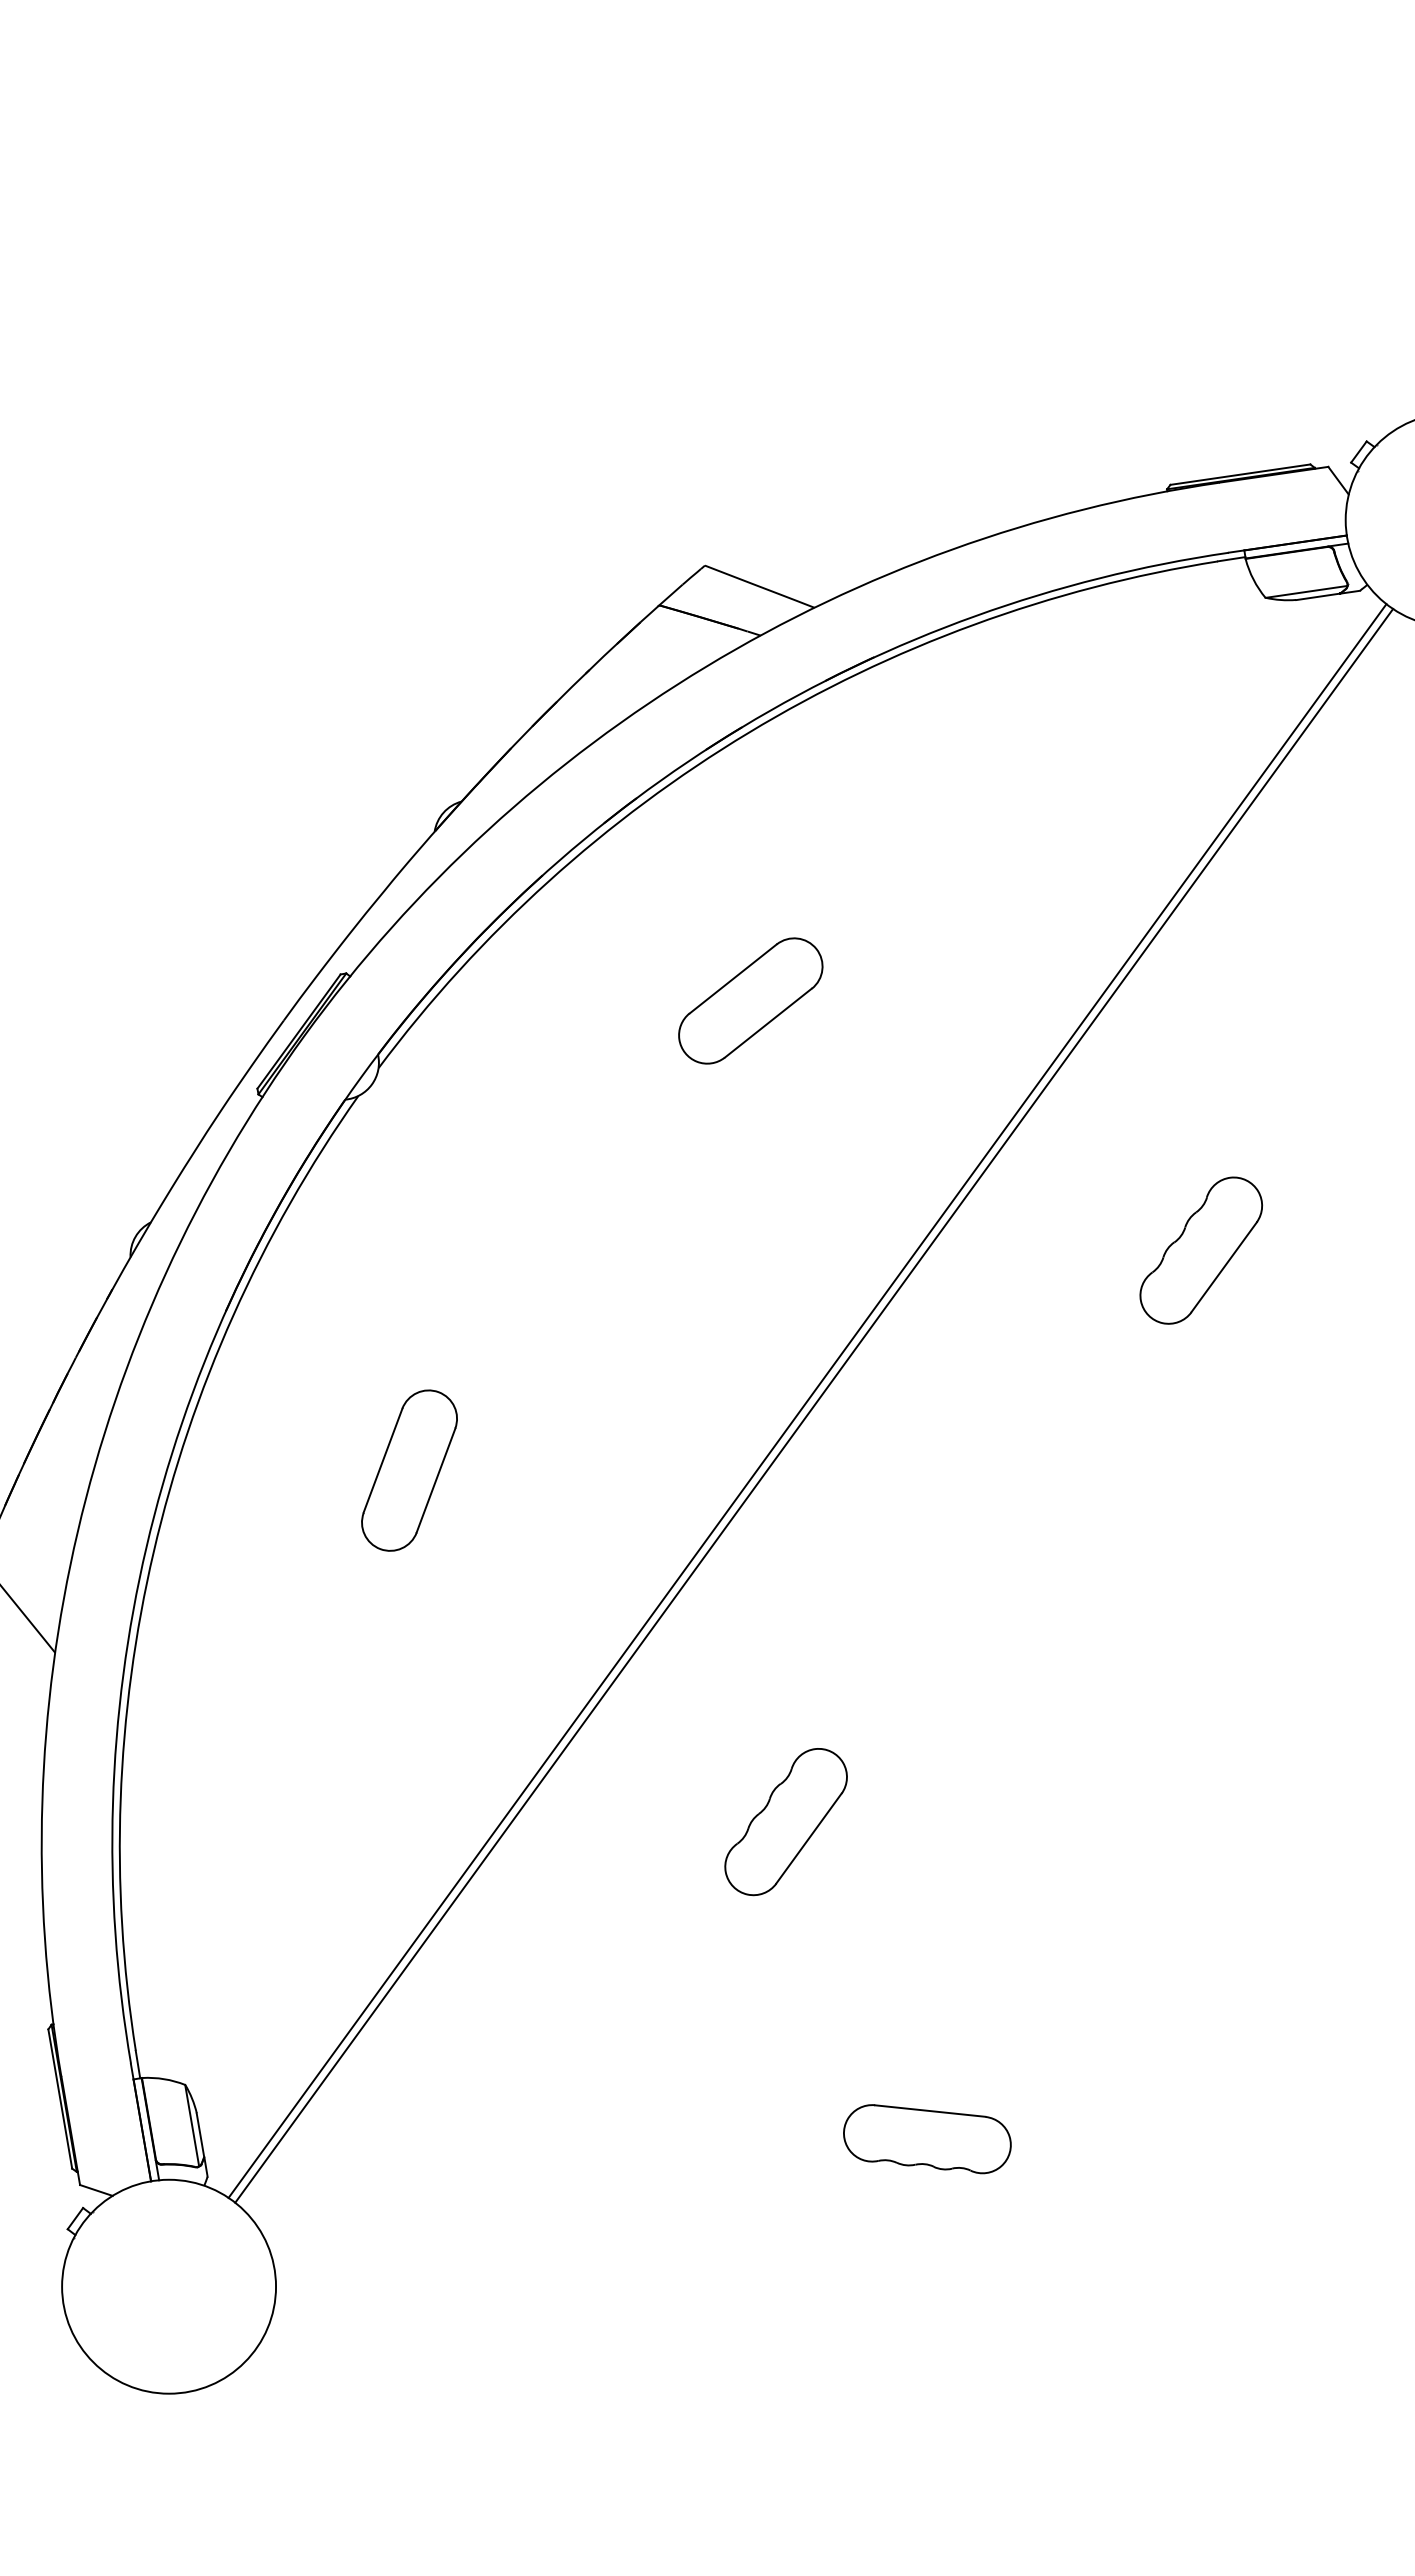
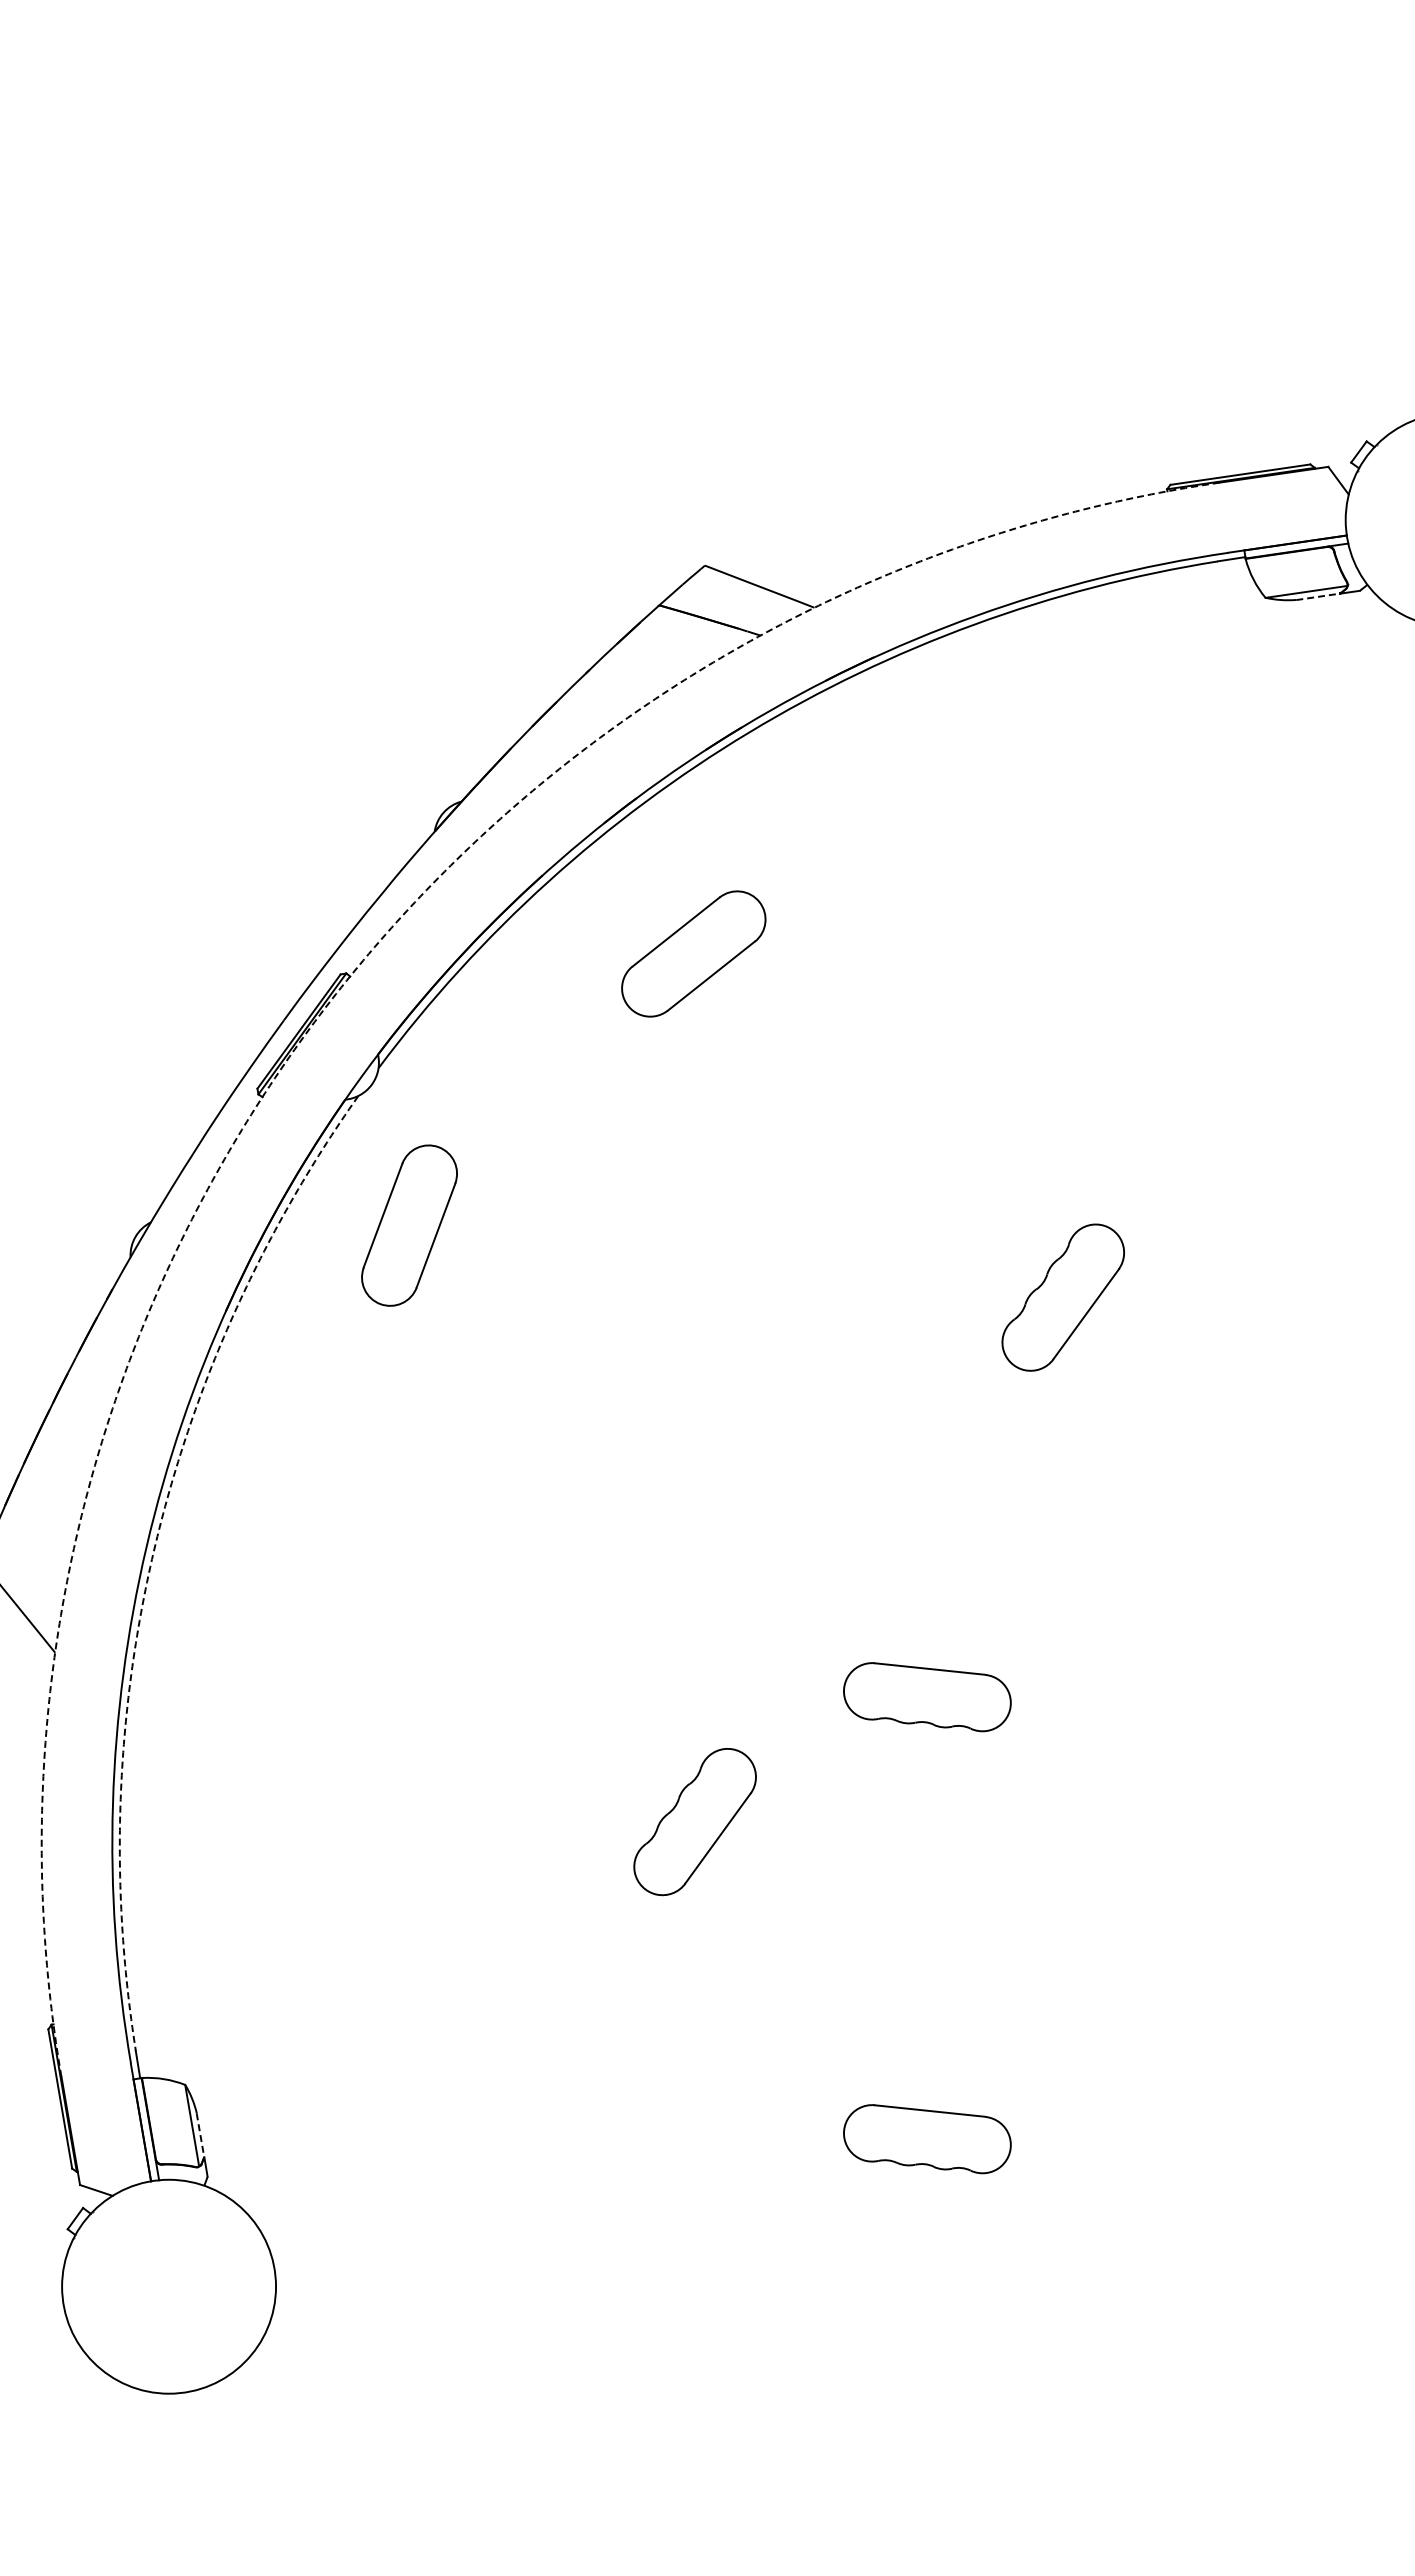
line at (1318, 596): solid -> dashed
part at (750, 1000) position: (750, 1000) -> (693, 953)
arc at (304, 1035): solid -> dashed
part at (1200, 1250) position: (1200, 1250) -> (1062, 1297)
line at (807, 1400): present -> none
line at (814, 1405): present -> none
part at (409, 1470) position: (409, 1470) -> (409, 1225)
arc at (153, 1551): solid -> dashed
part at (927, 1697): none -> present
part at (785, 1822) position: (785, 1822) -> (694, 1822)
line at (200, 2135): solid -> dashed
